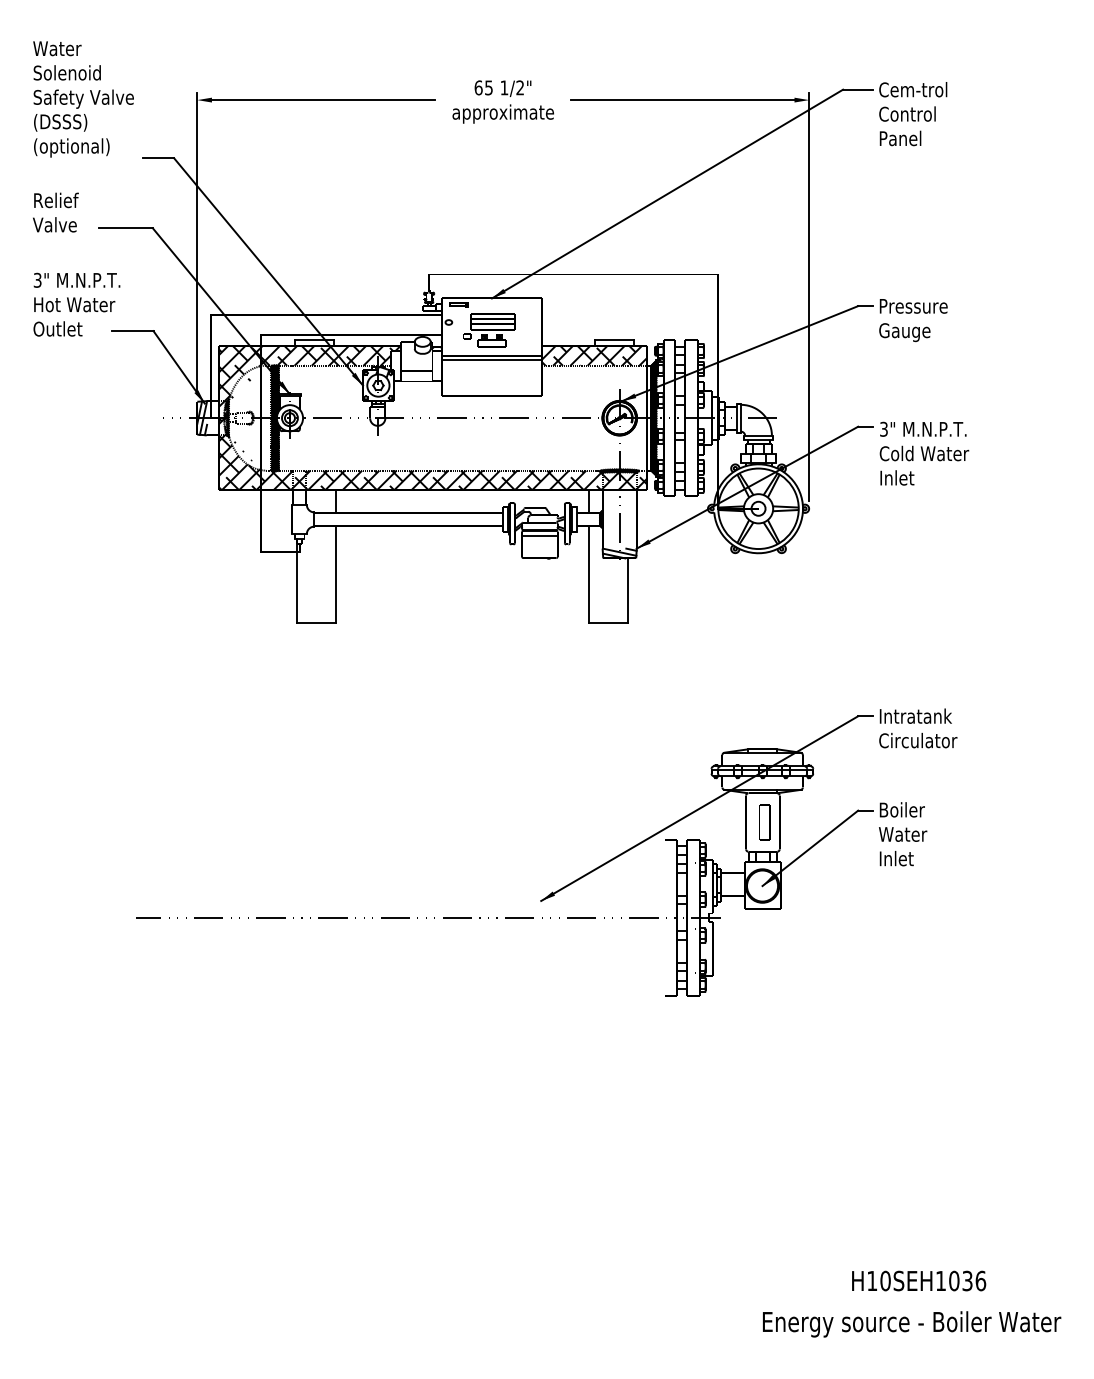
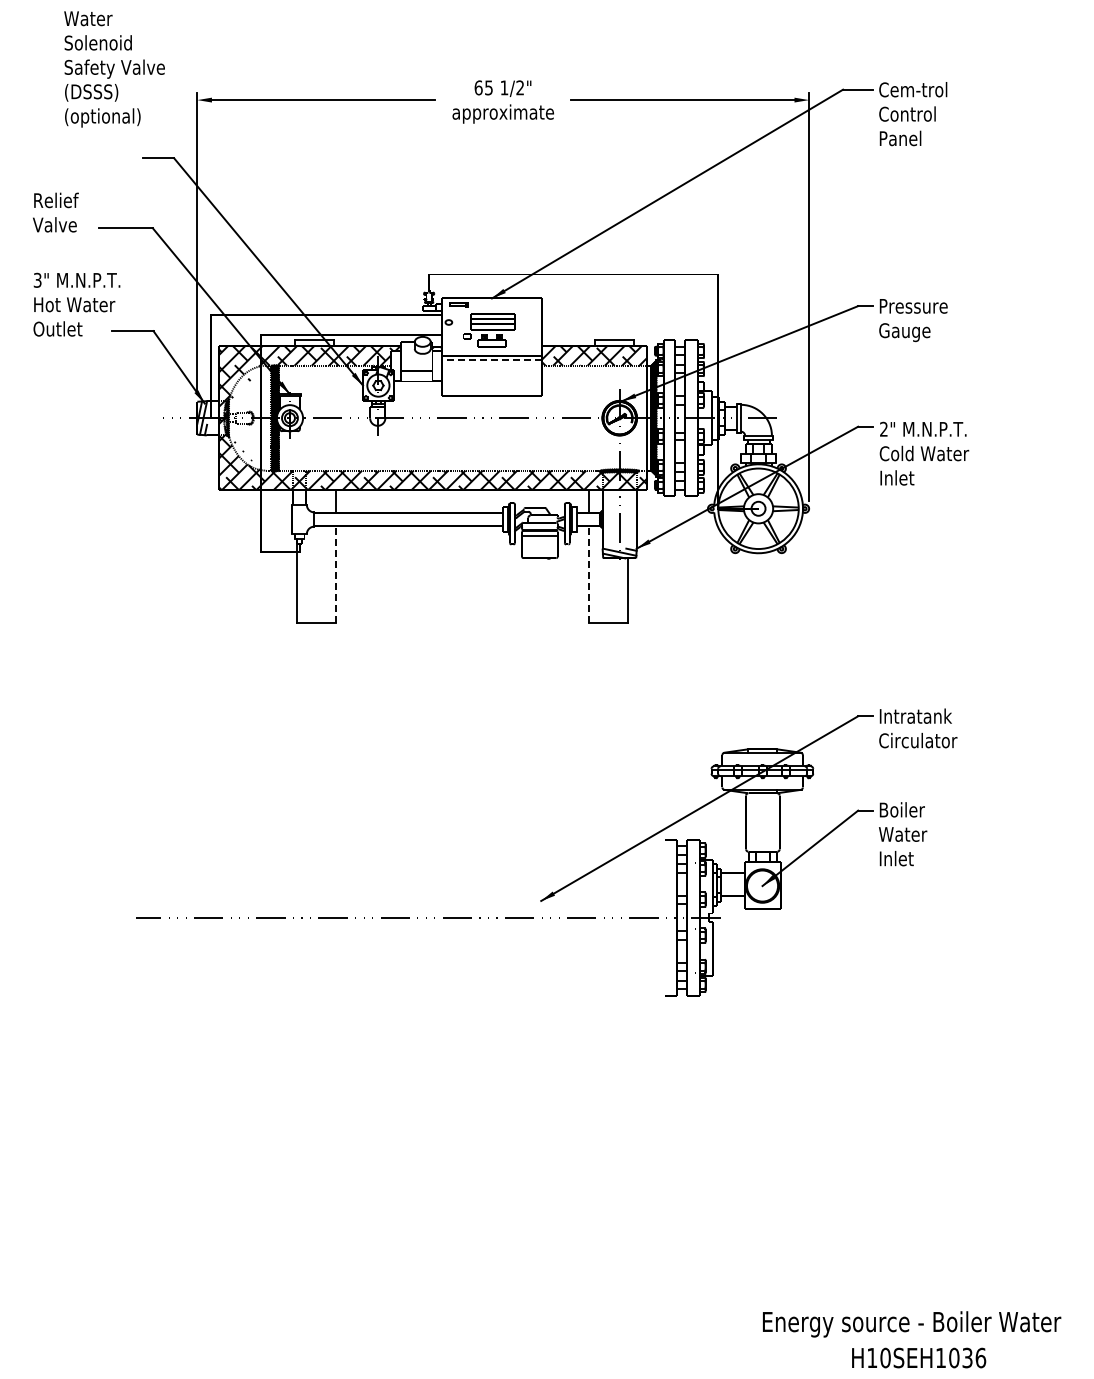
text at (83, 99) position: (83, 99) -> (114, 69)
line at (492, 360): solid -> dashed
text at (883, 429): 3" -> 2"
line at (335, 574): solid -> dashed
line at (588, 574): solid -> dashed
part at (764, 822): present -> none
text at (919, 1280) position: (919, 1280) -> (919, 1357)
